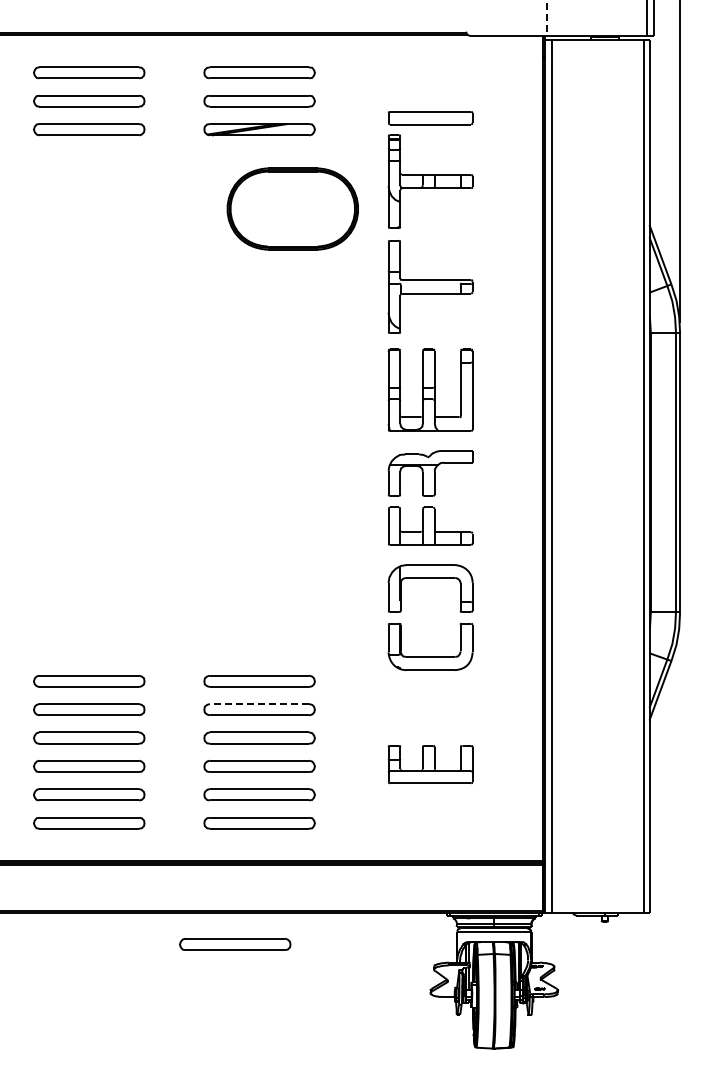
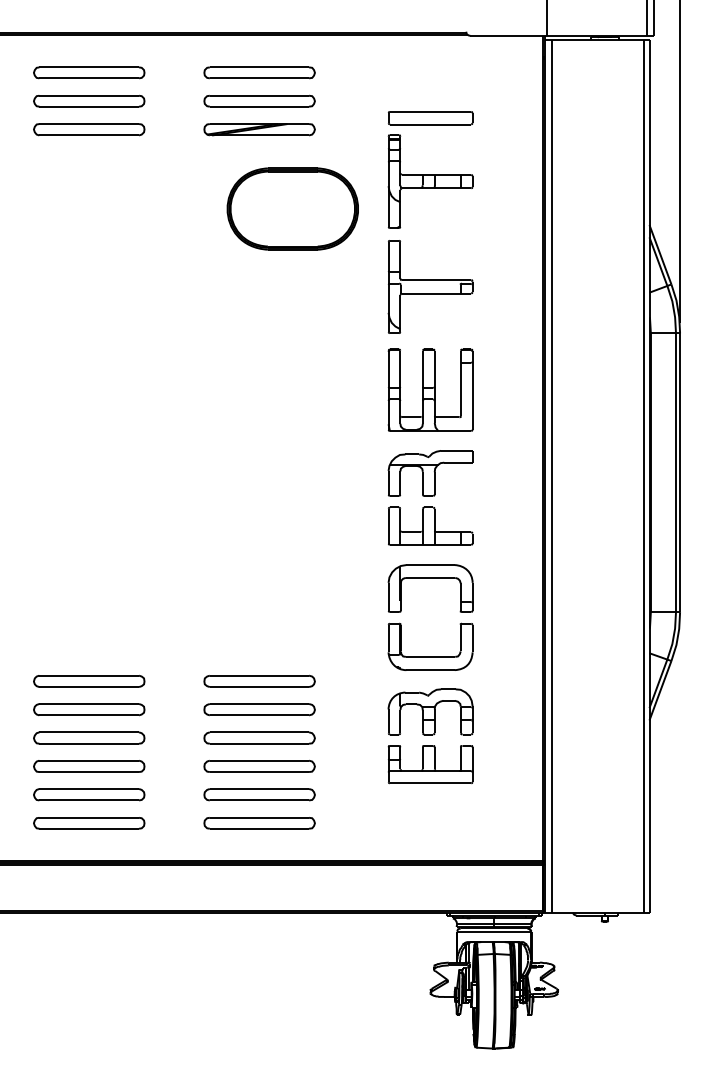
line at (547, 18): dashed -> solid
line at (259, 703): dashed -> solid
part at (430, 711): none -> present
part at (235, 944): present -> none
